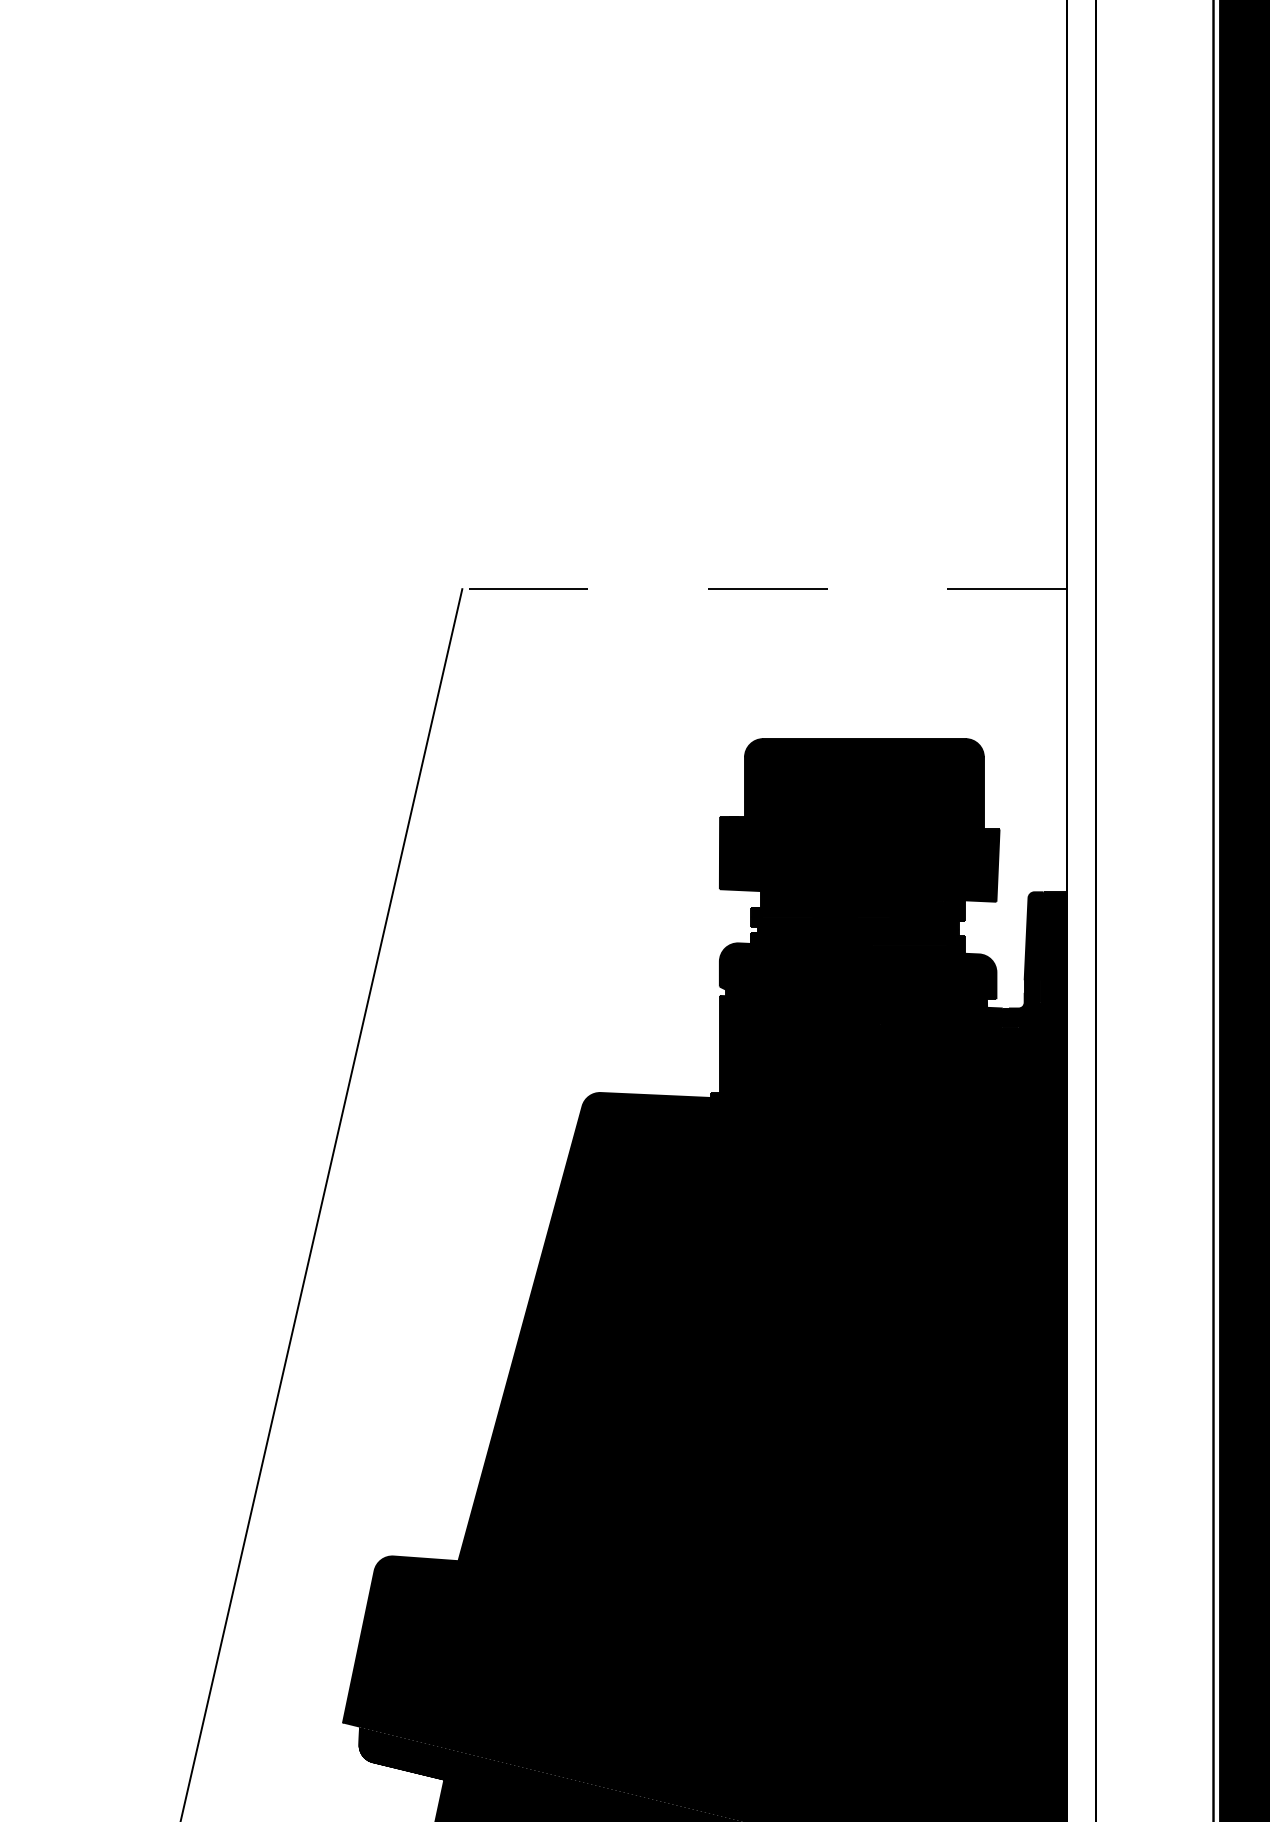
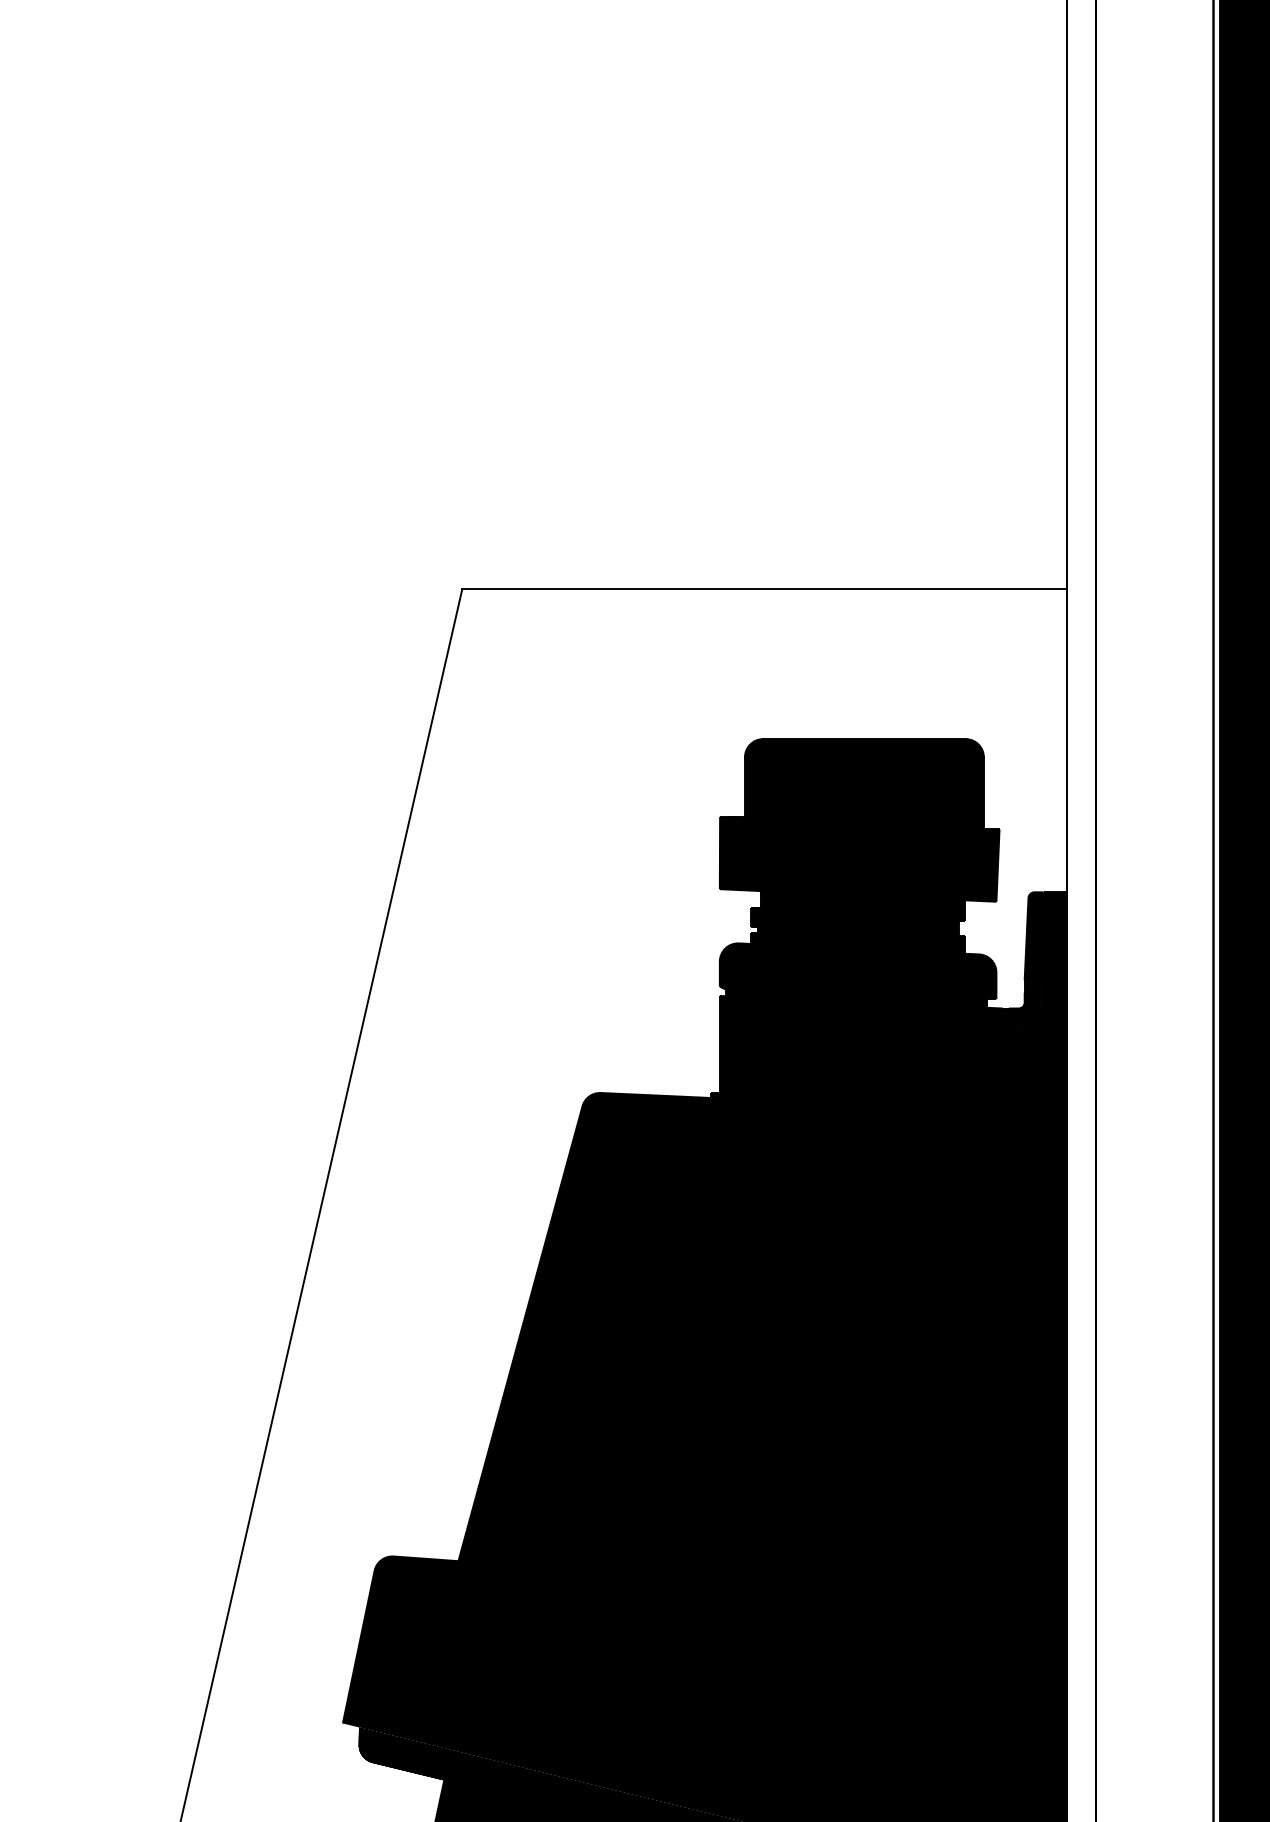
line at (764, 589): dashed -> solid
